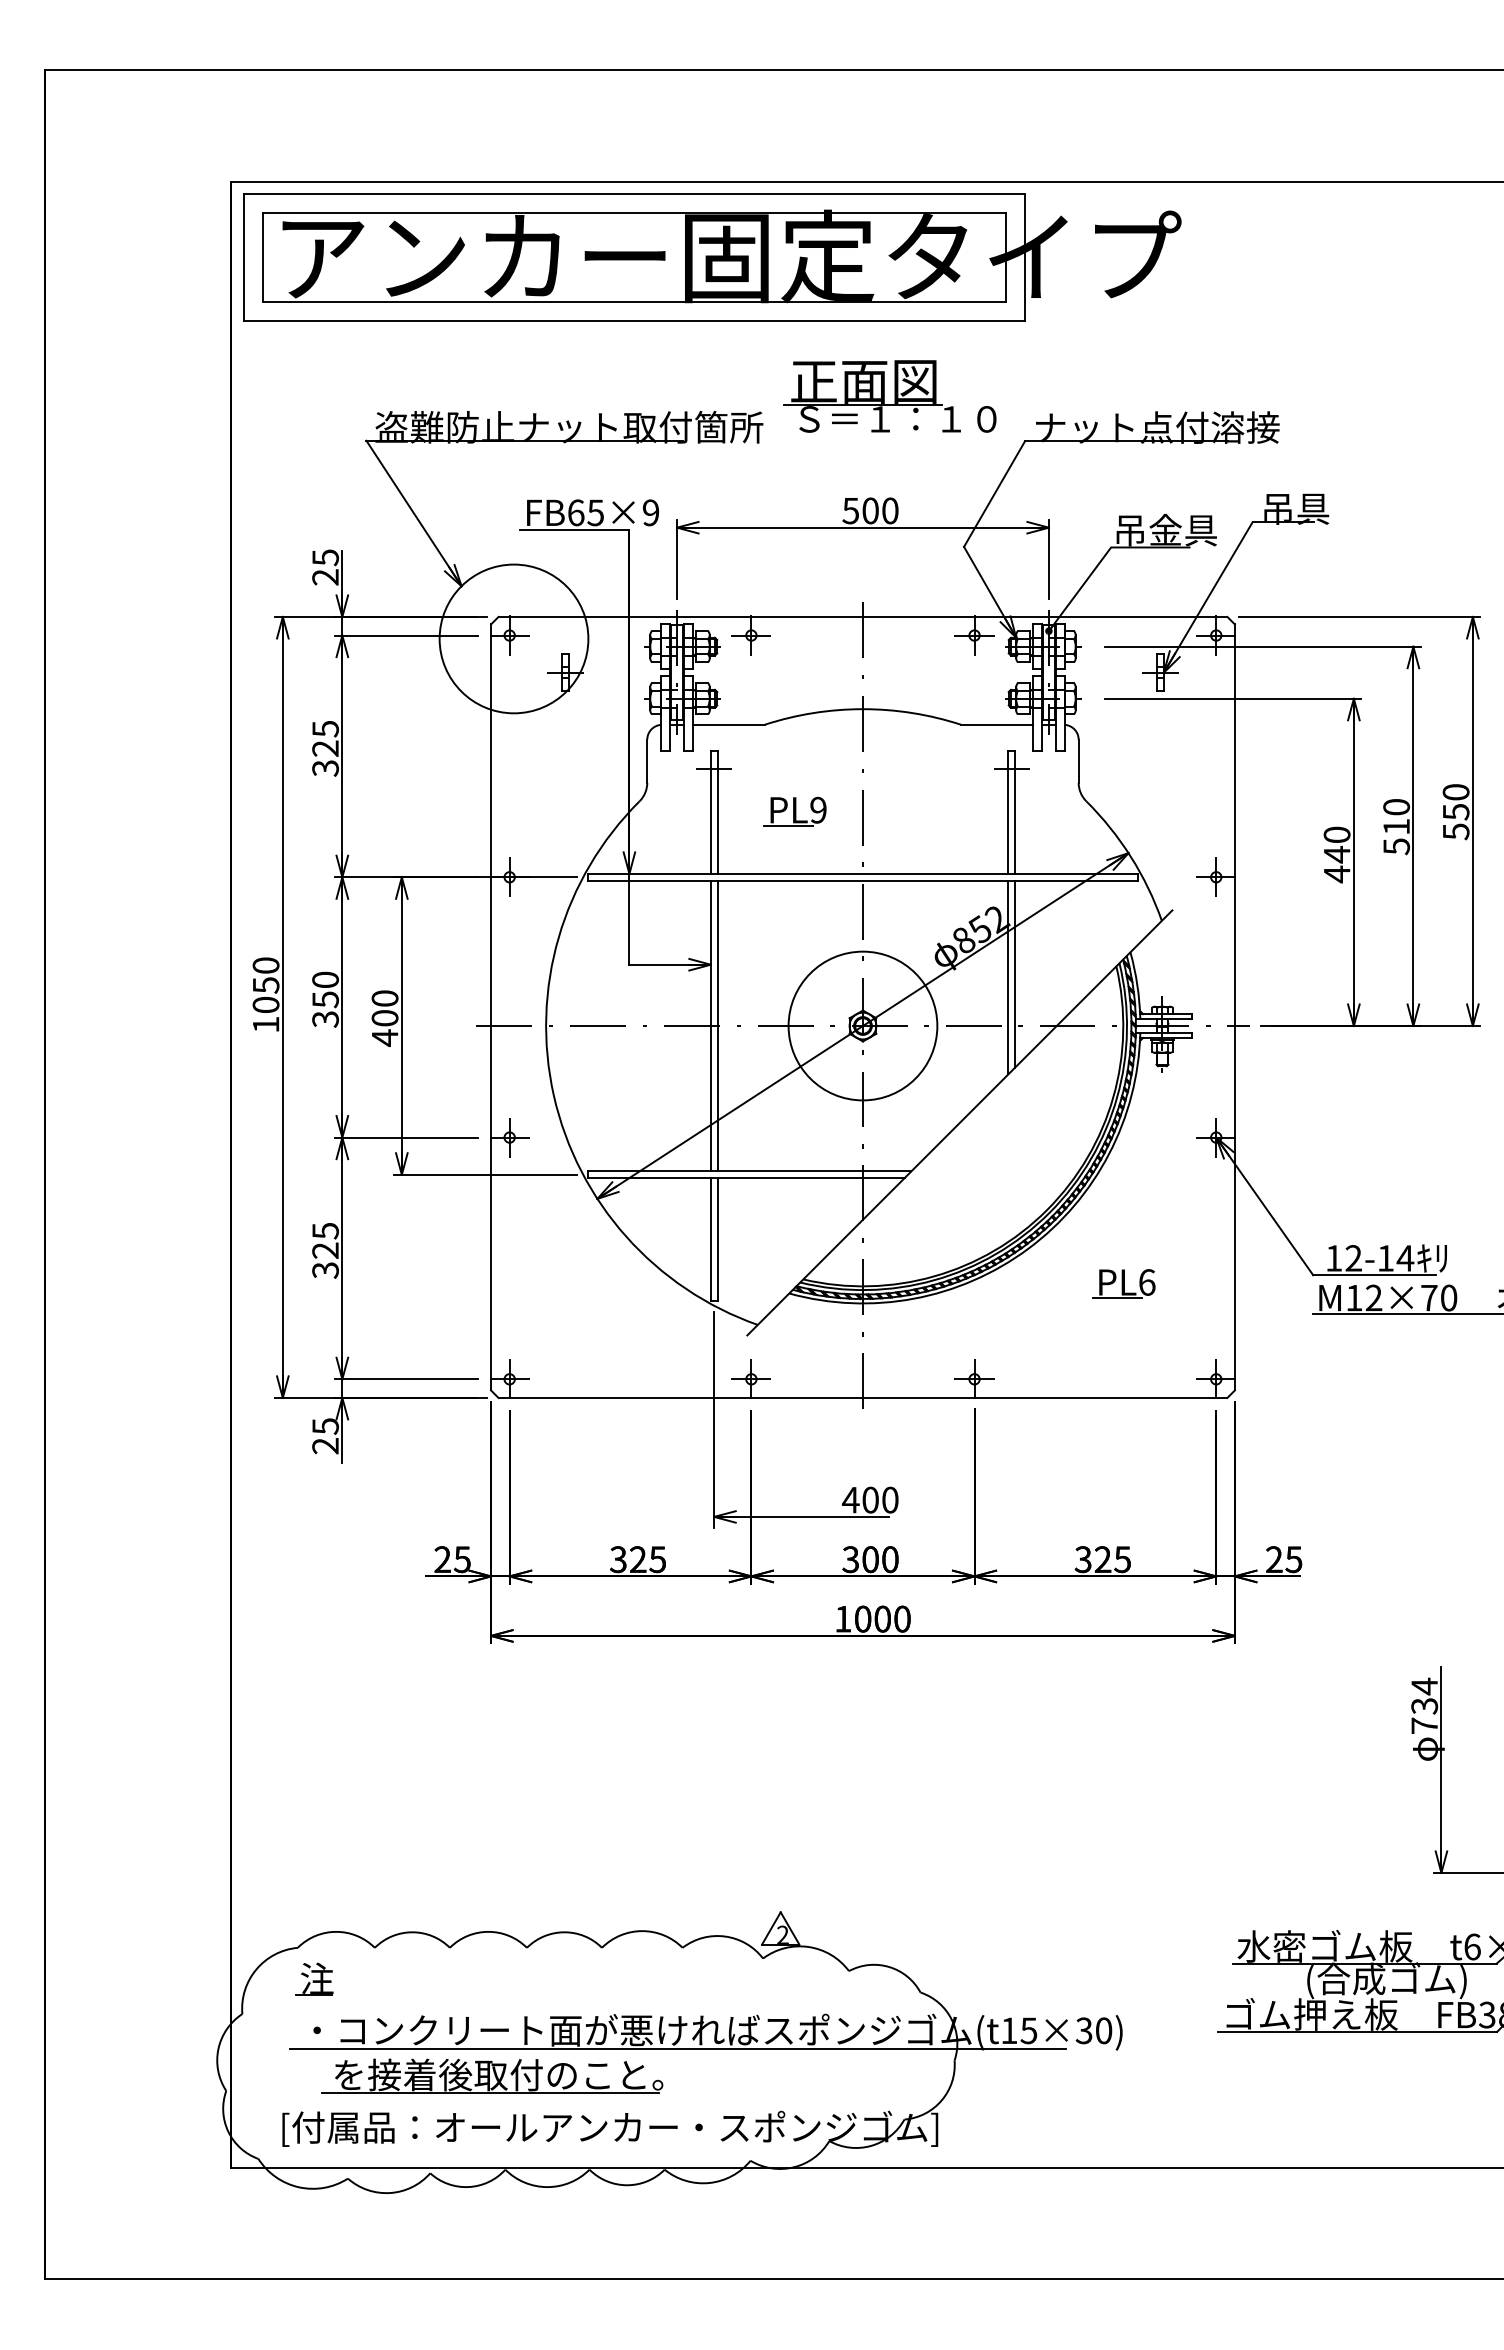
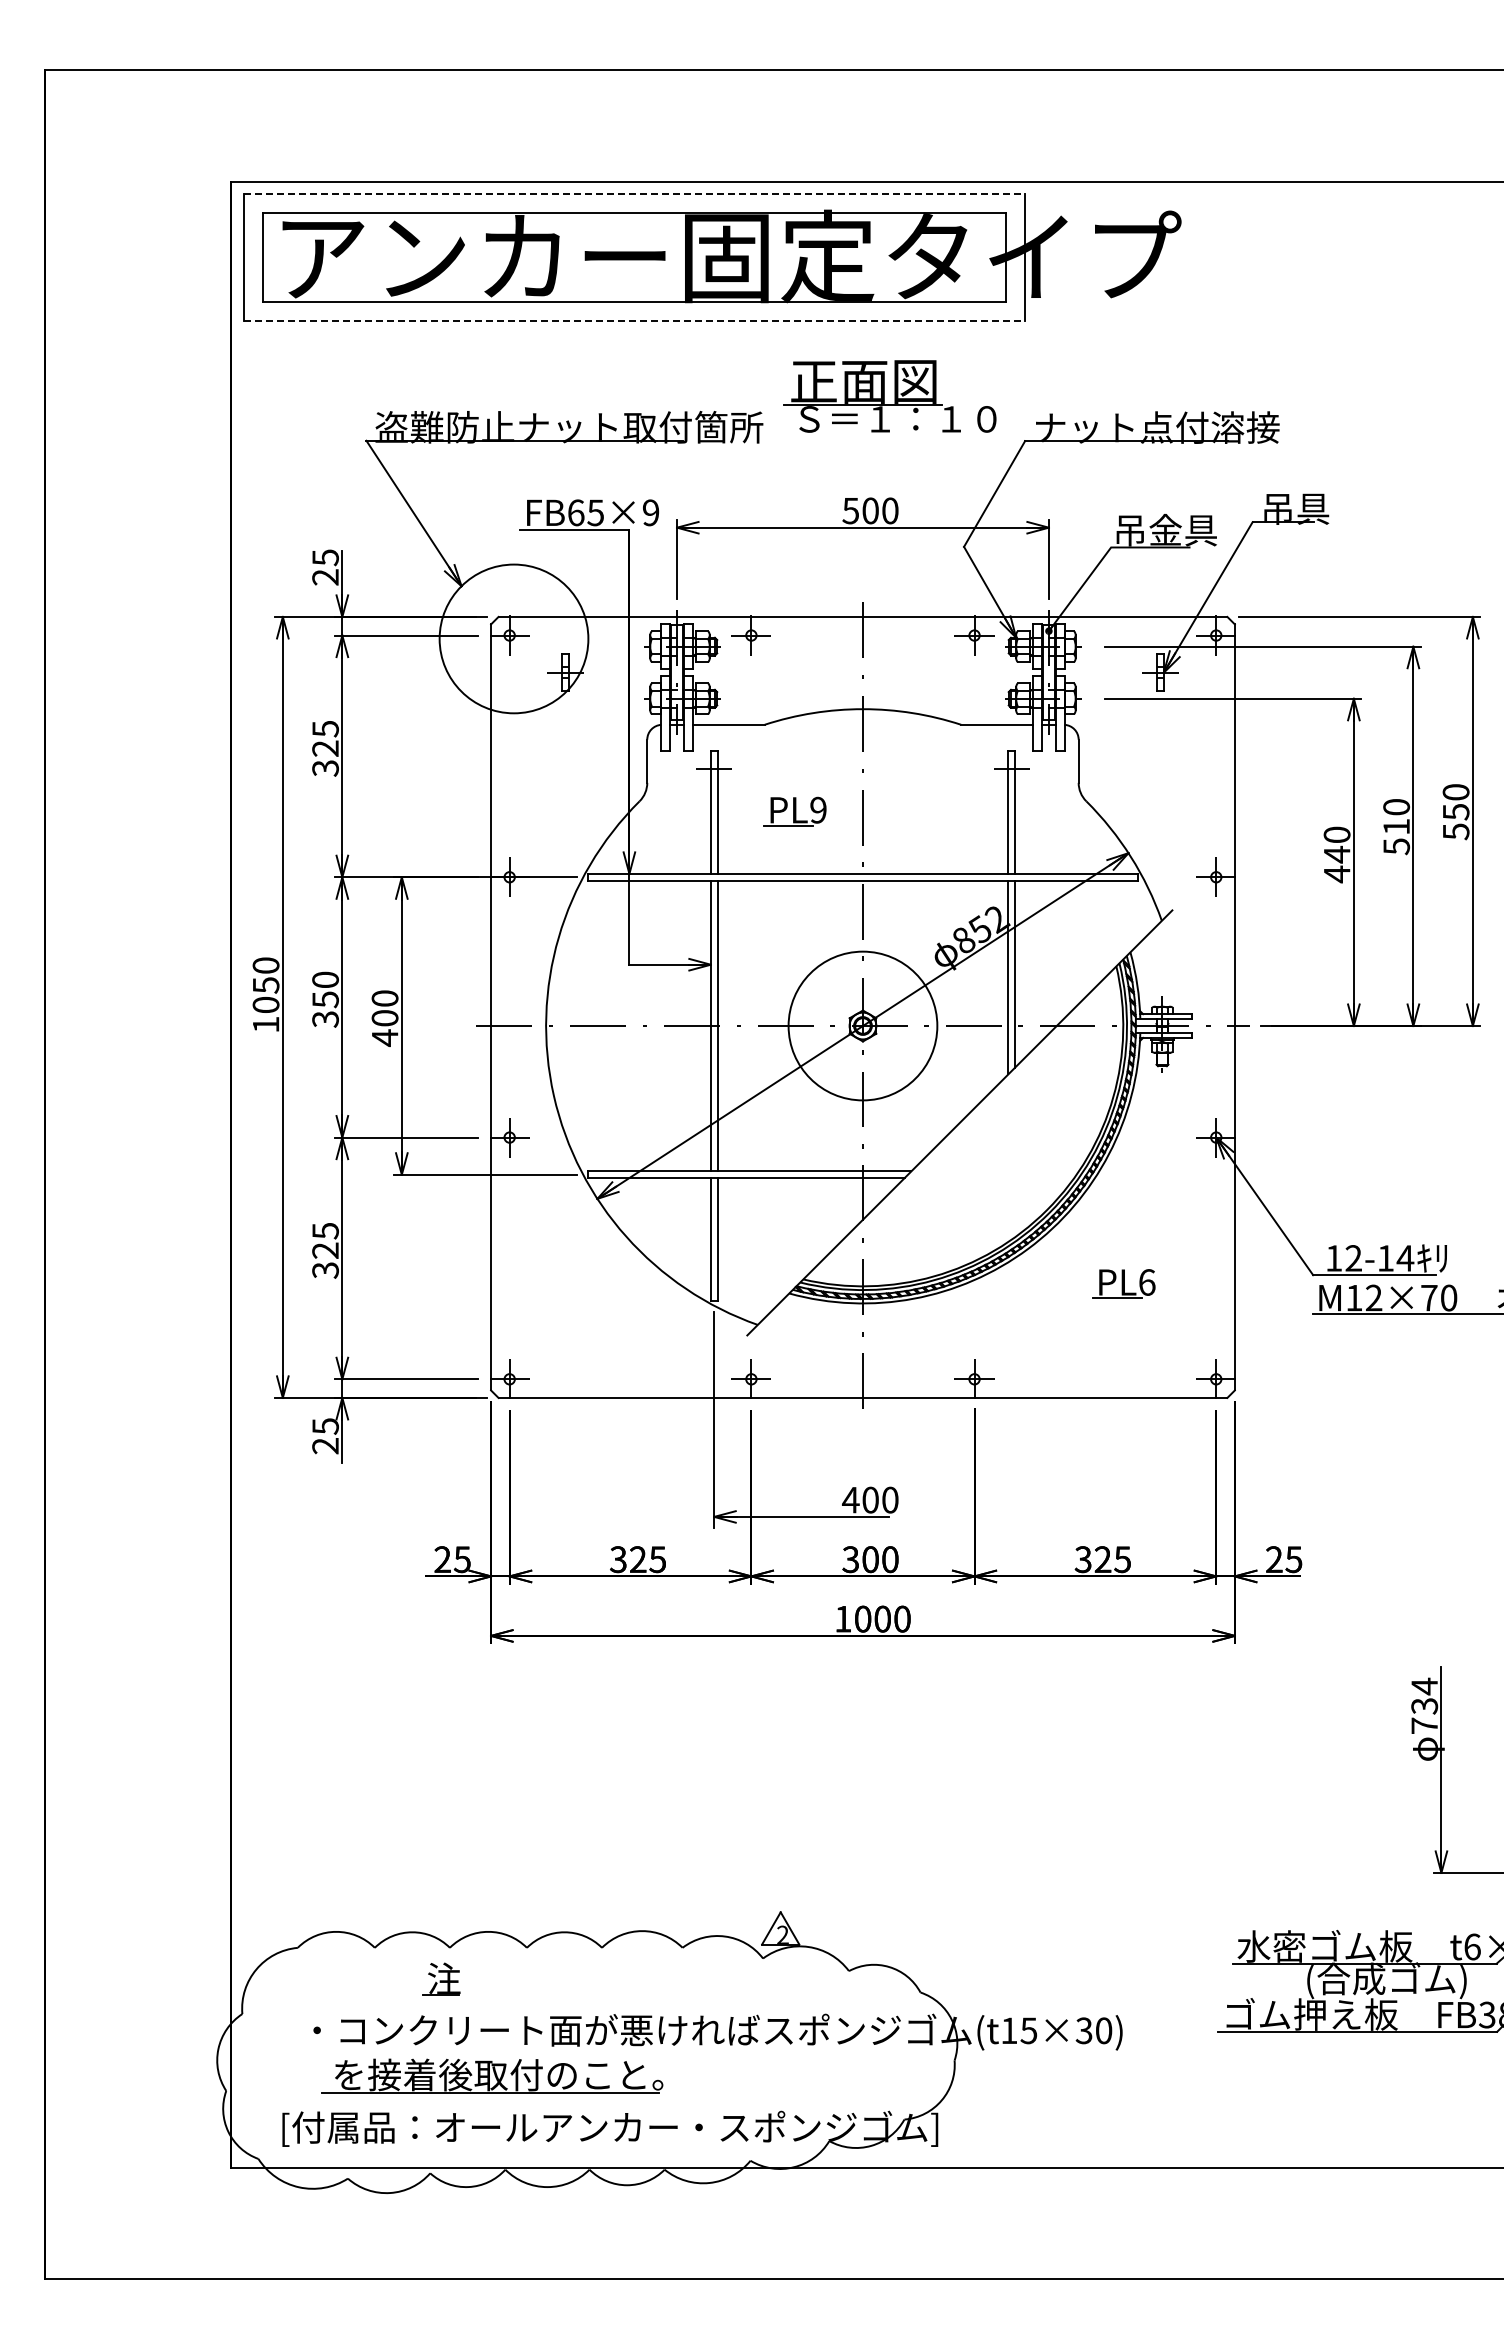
line at (634, 194): solid -> dashed
line at (634, 320): solid -> dashed
part at (314, 1978) position: (314, 1978) -> (441, 1978)
line at (677, 2048): present -> none
